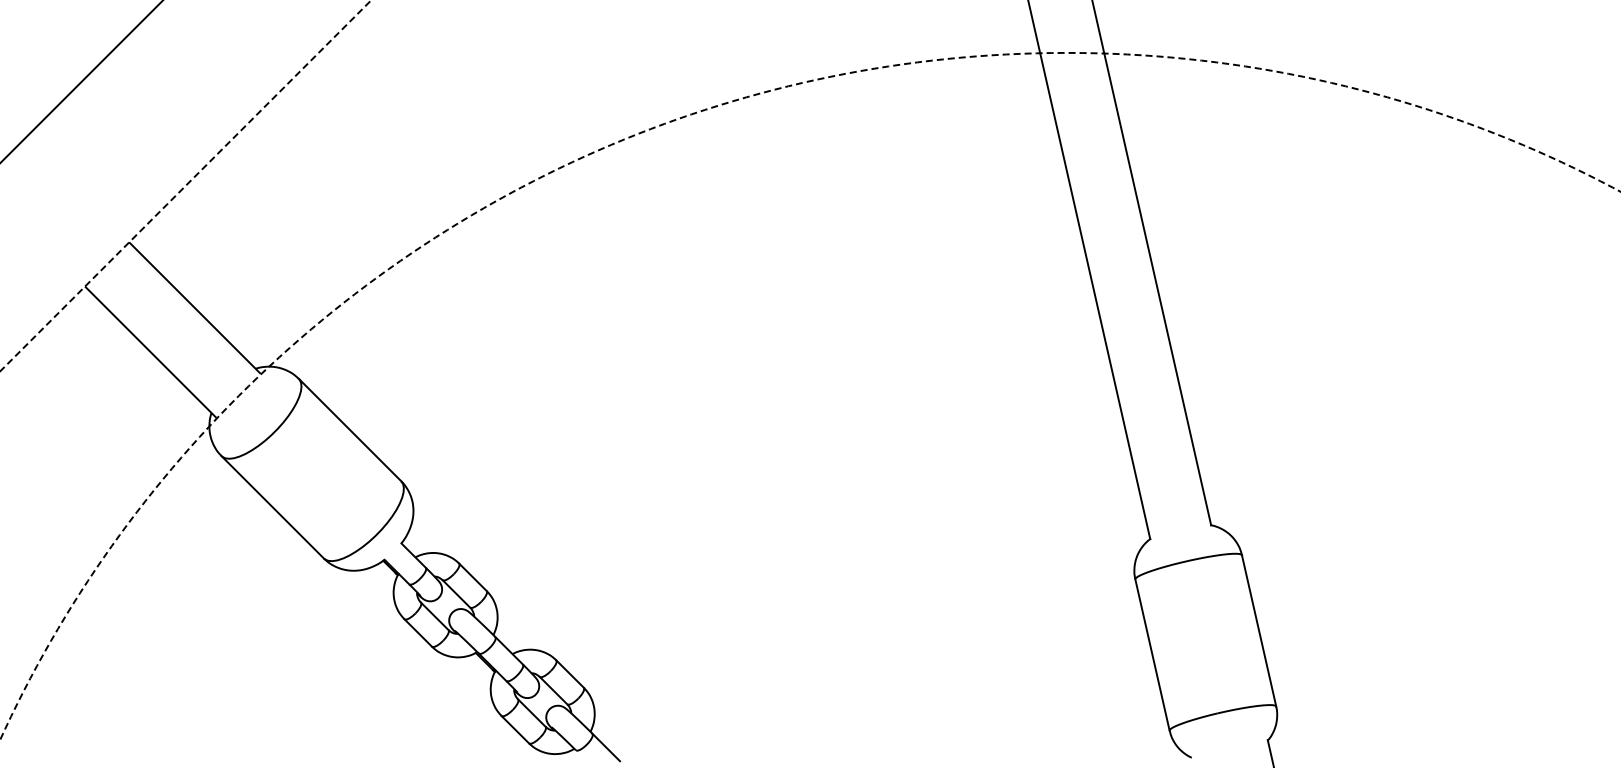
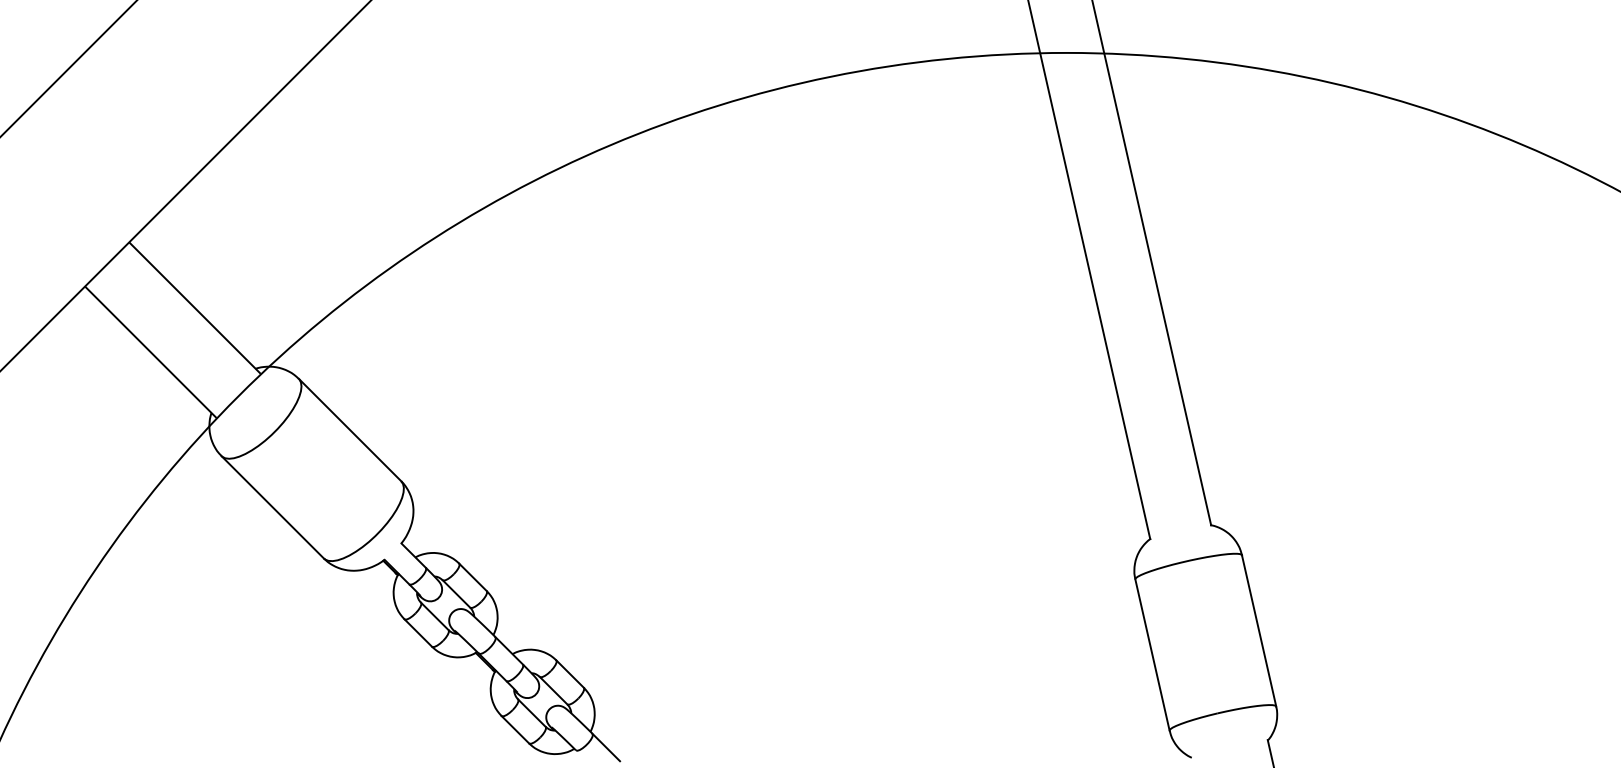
line at (81, 81) position: (81, 81) -> (68, 68)
line at (185, 185): dashed -> solid
circle at (810, 395): dashed -> solid
